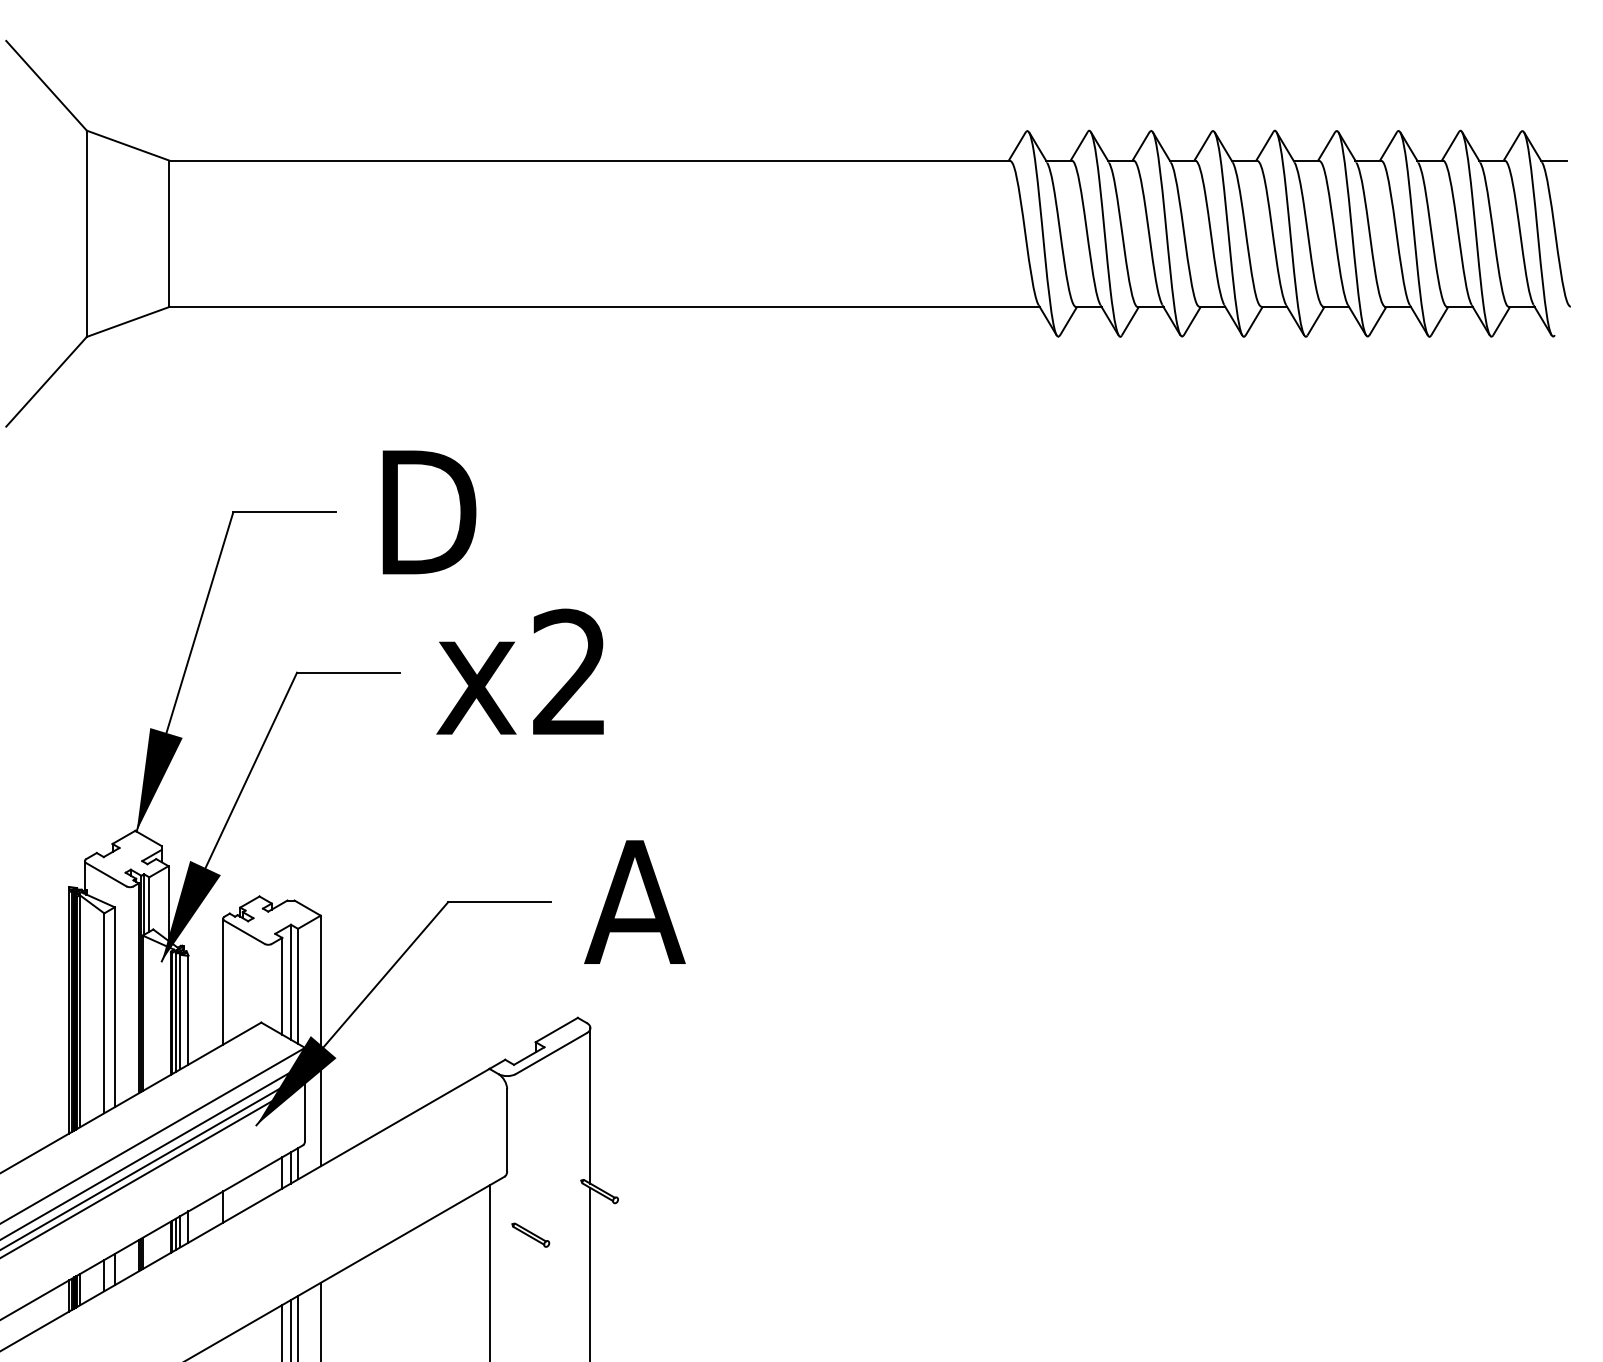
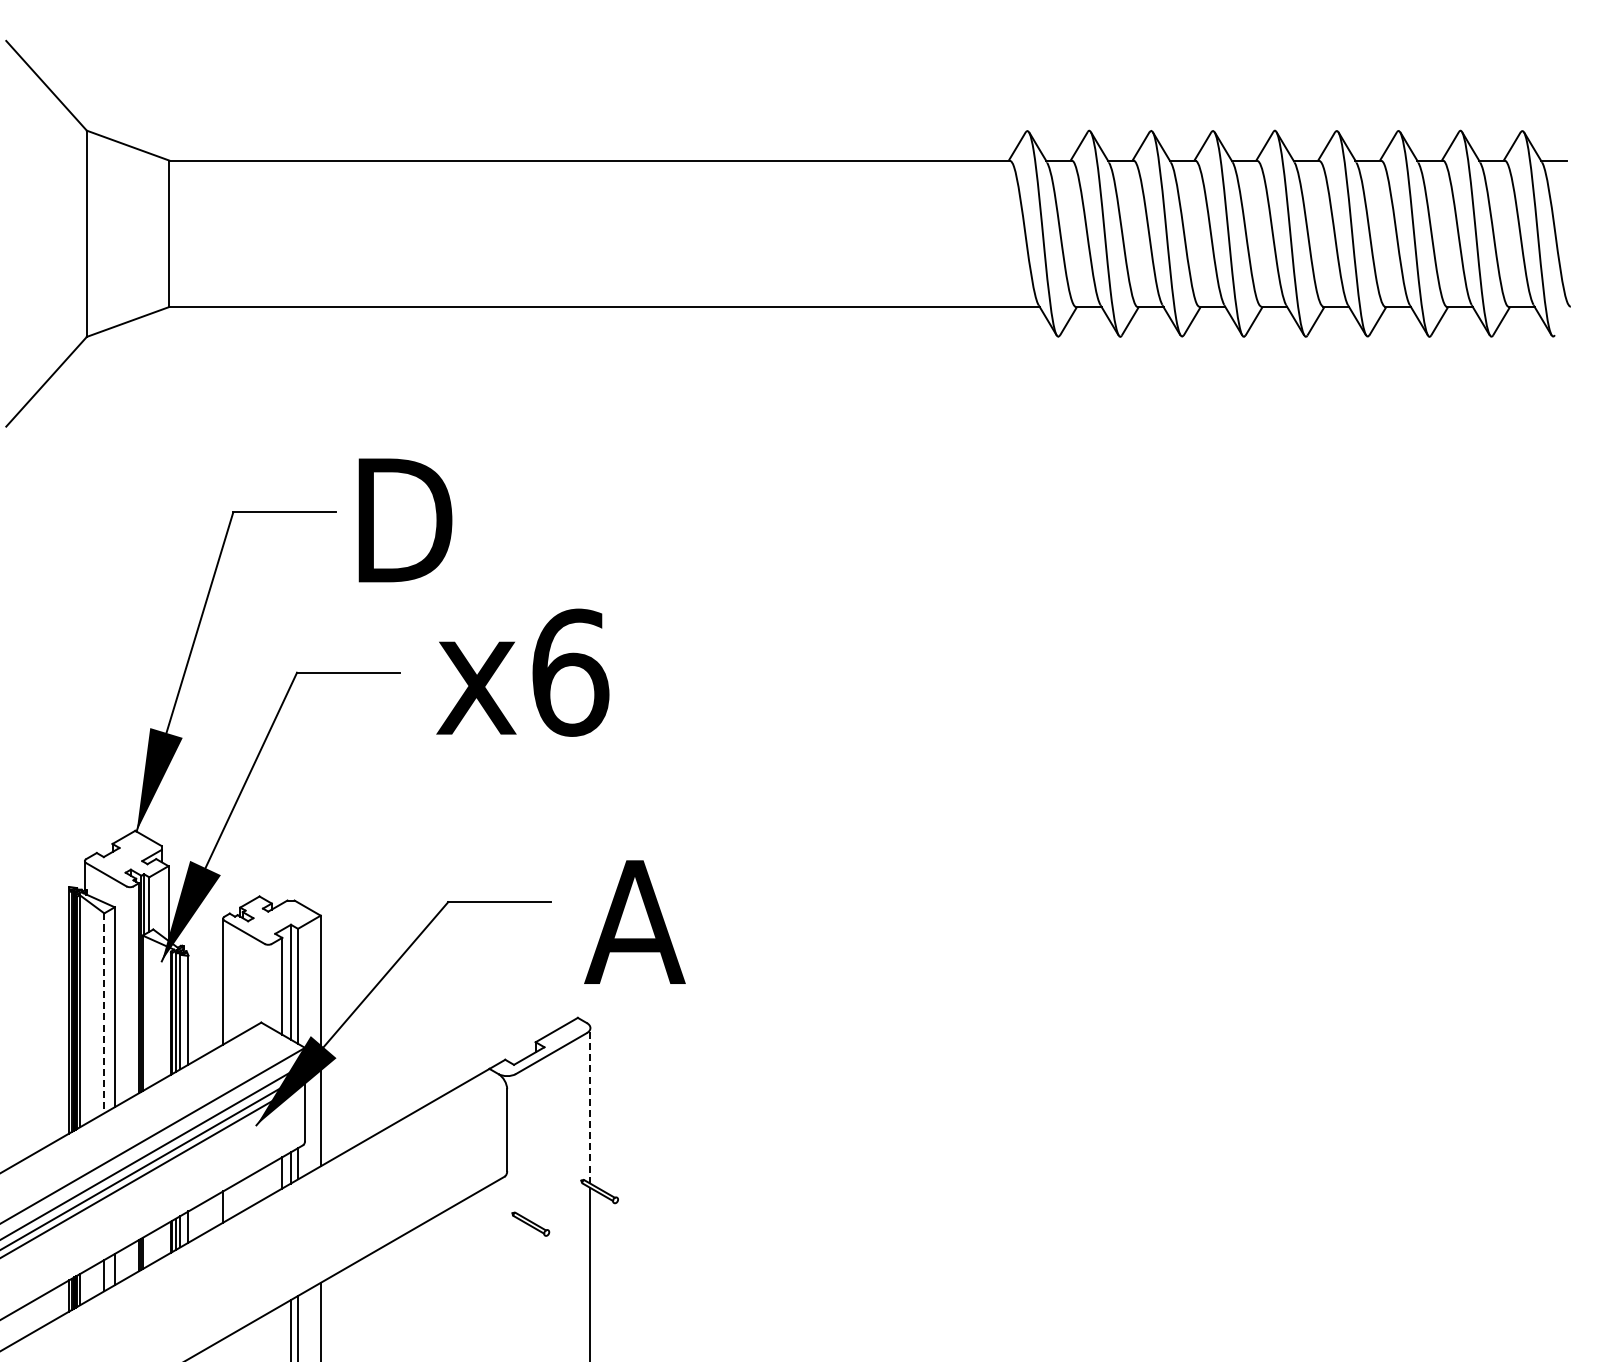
text at (429, 512) position: (429, 512) -> (405, 520)
text at (570, 672): x2 -> x6
text at (634, 901) position: (634, 901) -> (634, 921)
line at (104, 1013): solid -> dashed
line at (590, 1105): solid -> dashed
part at (530, 1234) position: (530, 1234) -> (530, 1223)
line at (489, 1271): present -> none
line at (282, 1331): present -> none
